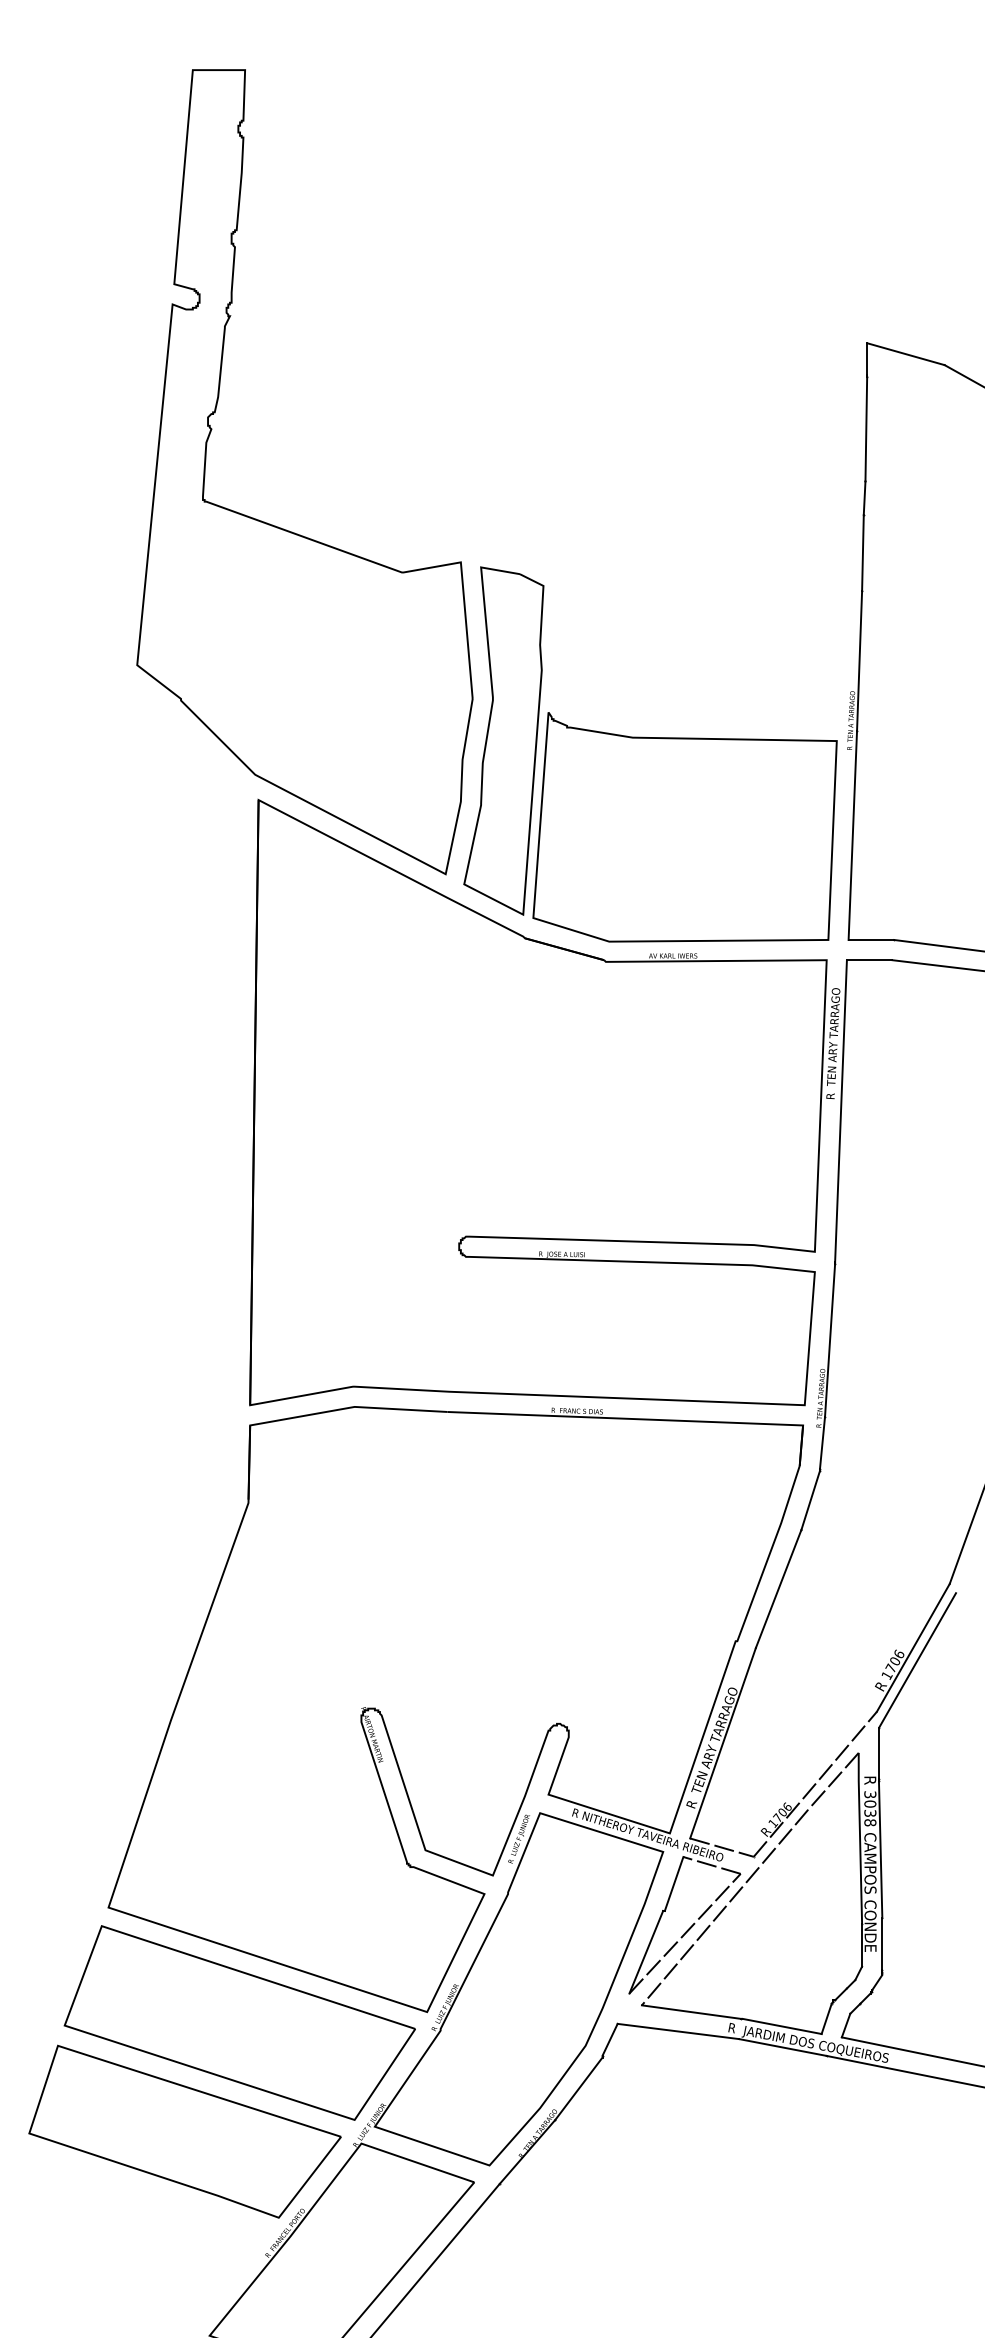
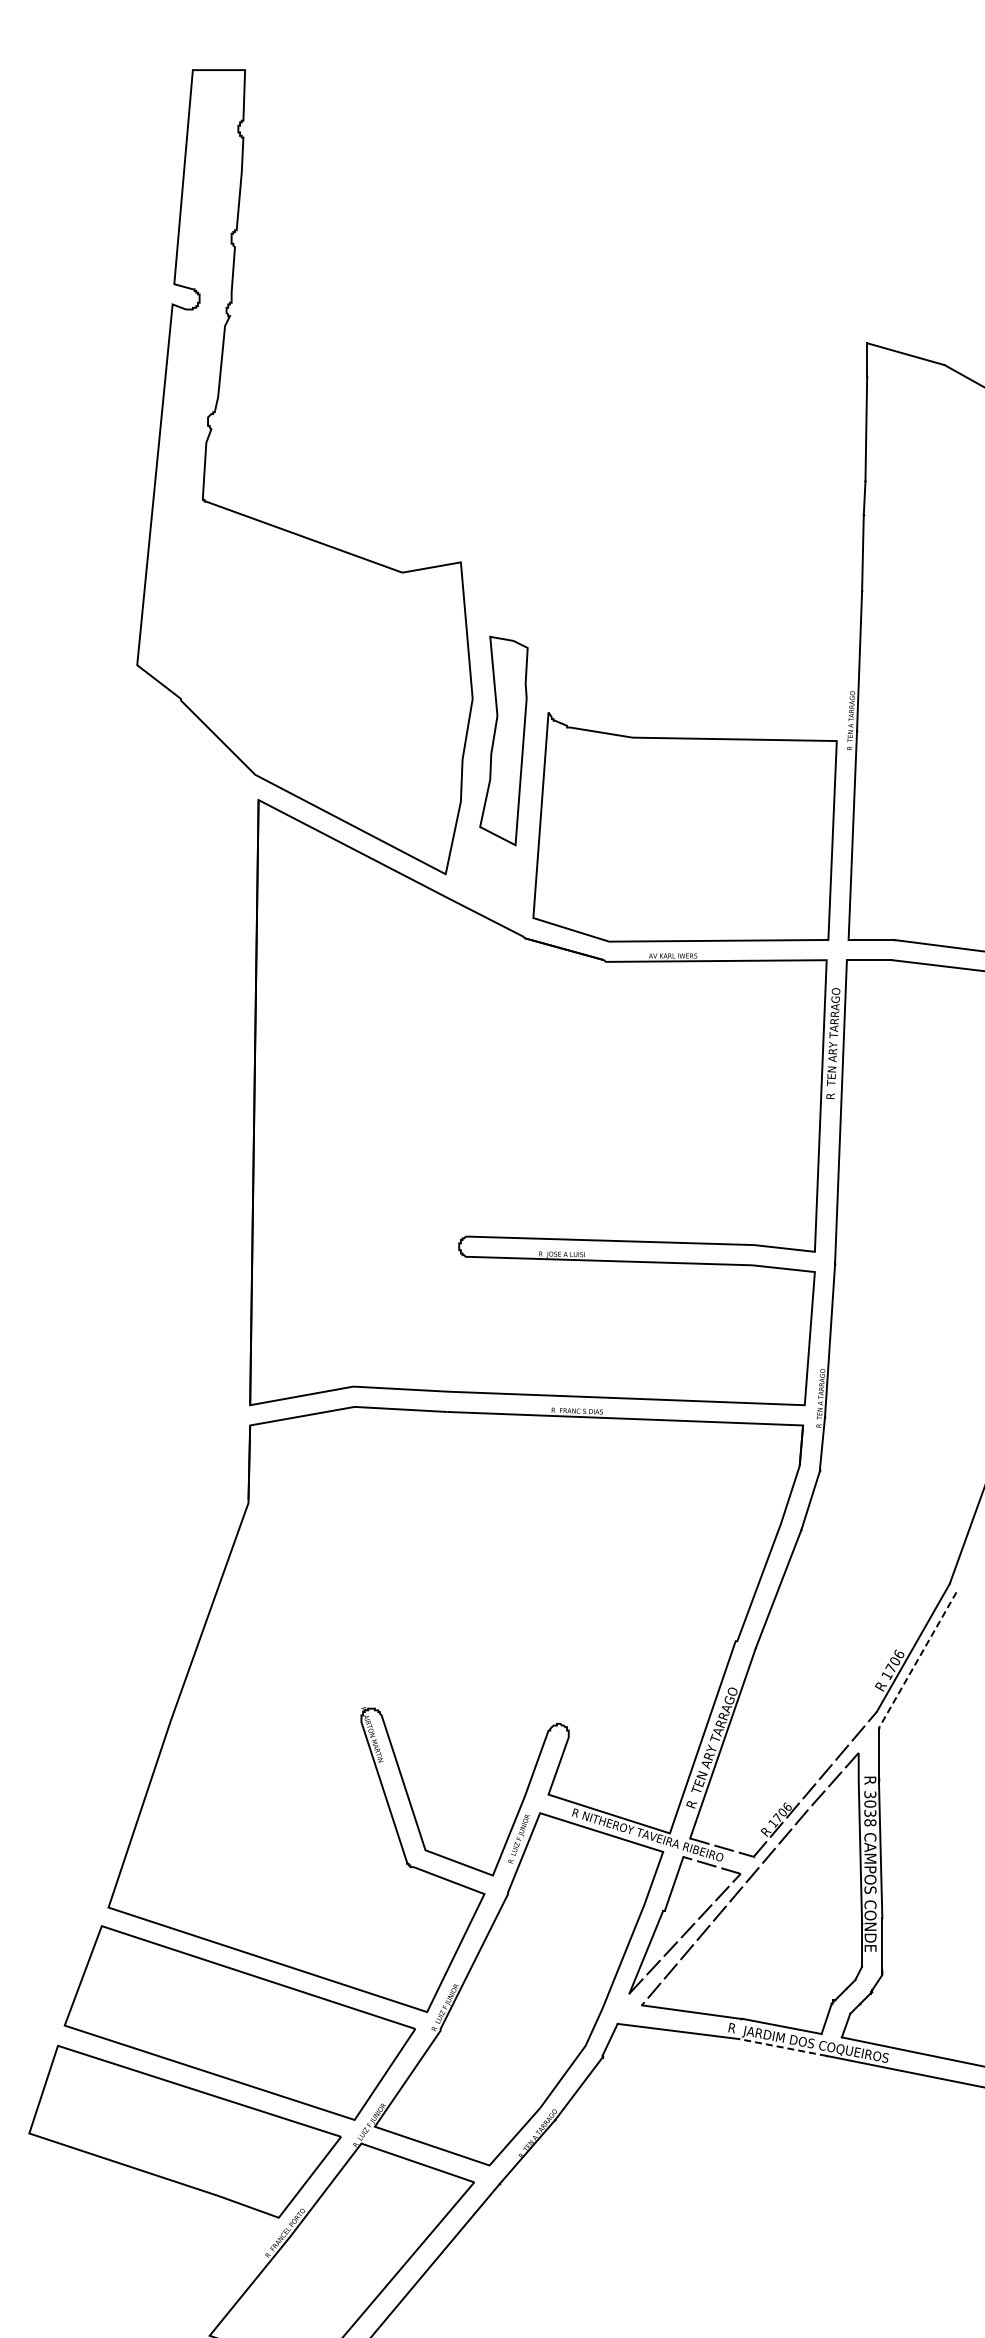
part at (503, 740) size: 82x350 px -> 50x212 px
line at (917, 1660): solid -> dashed
line at (782, 2047): solid -> dashed
